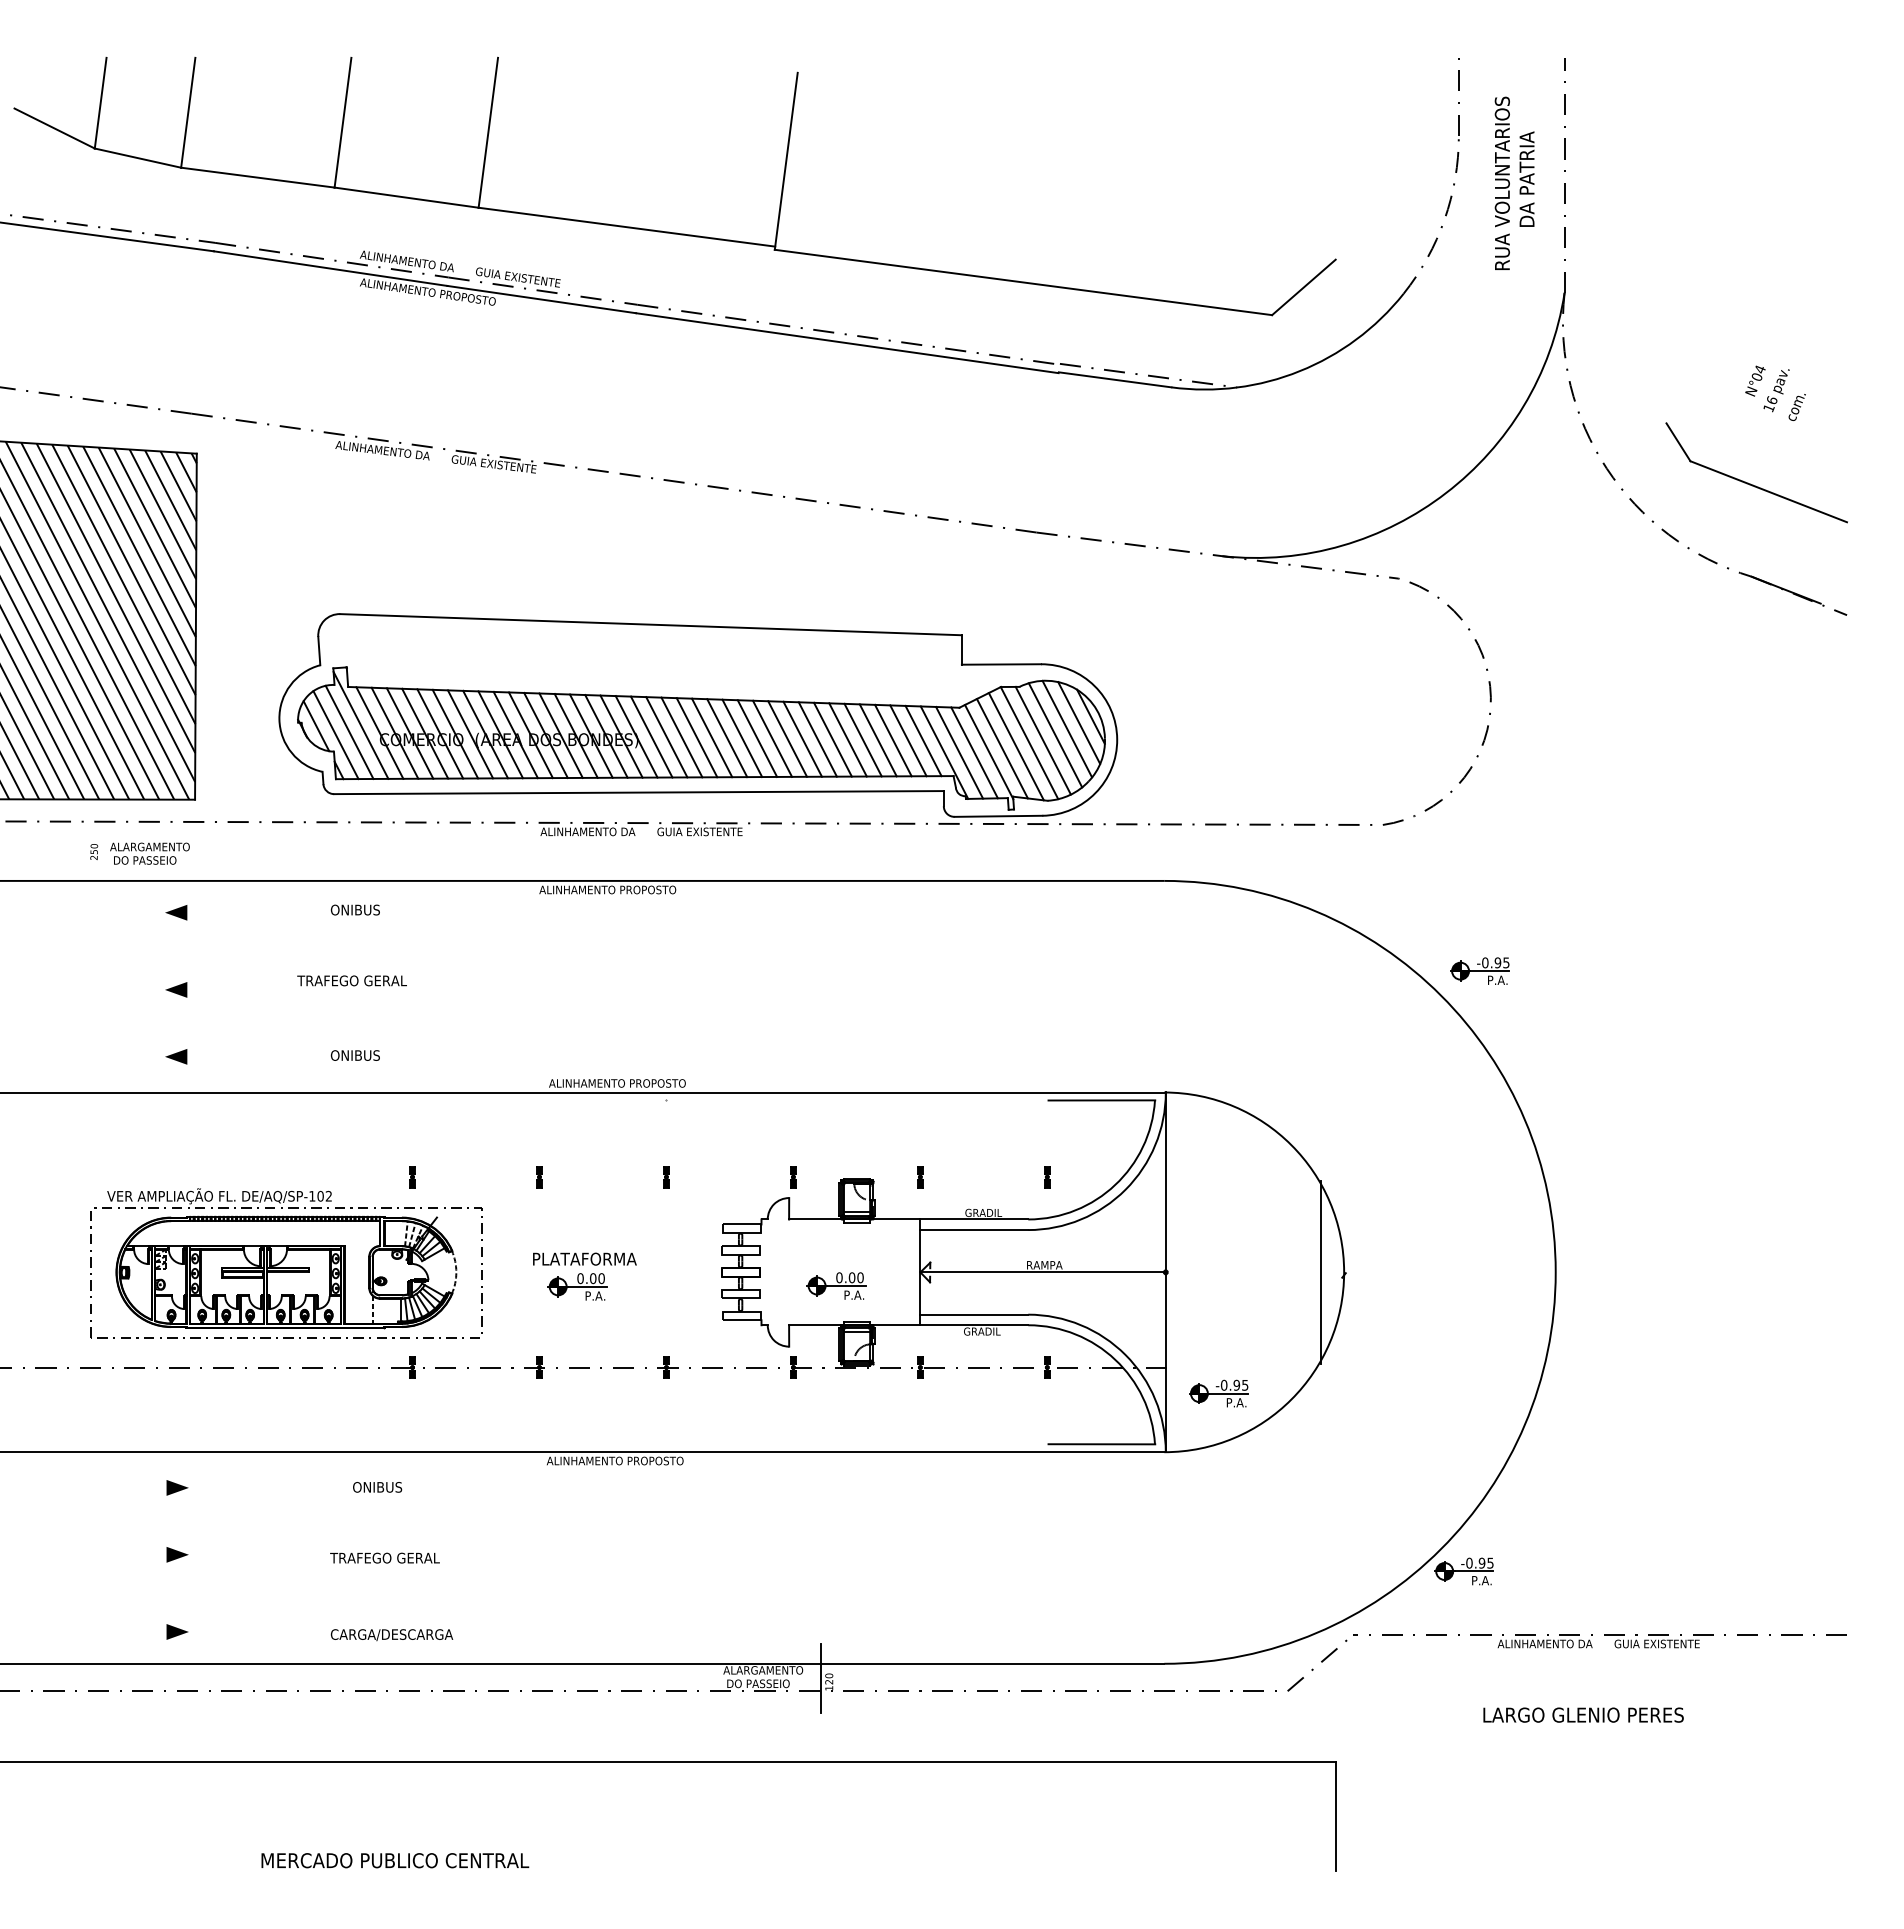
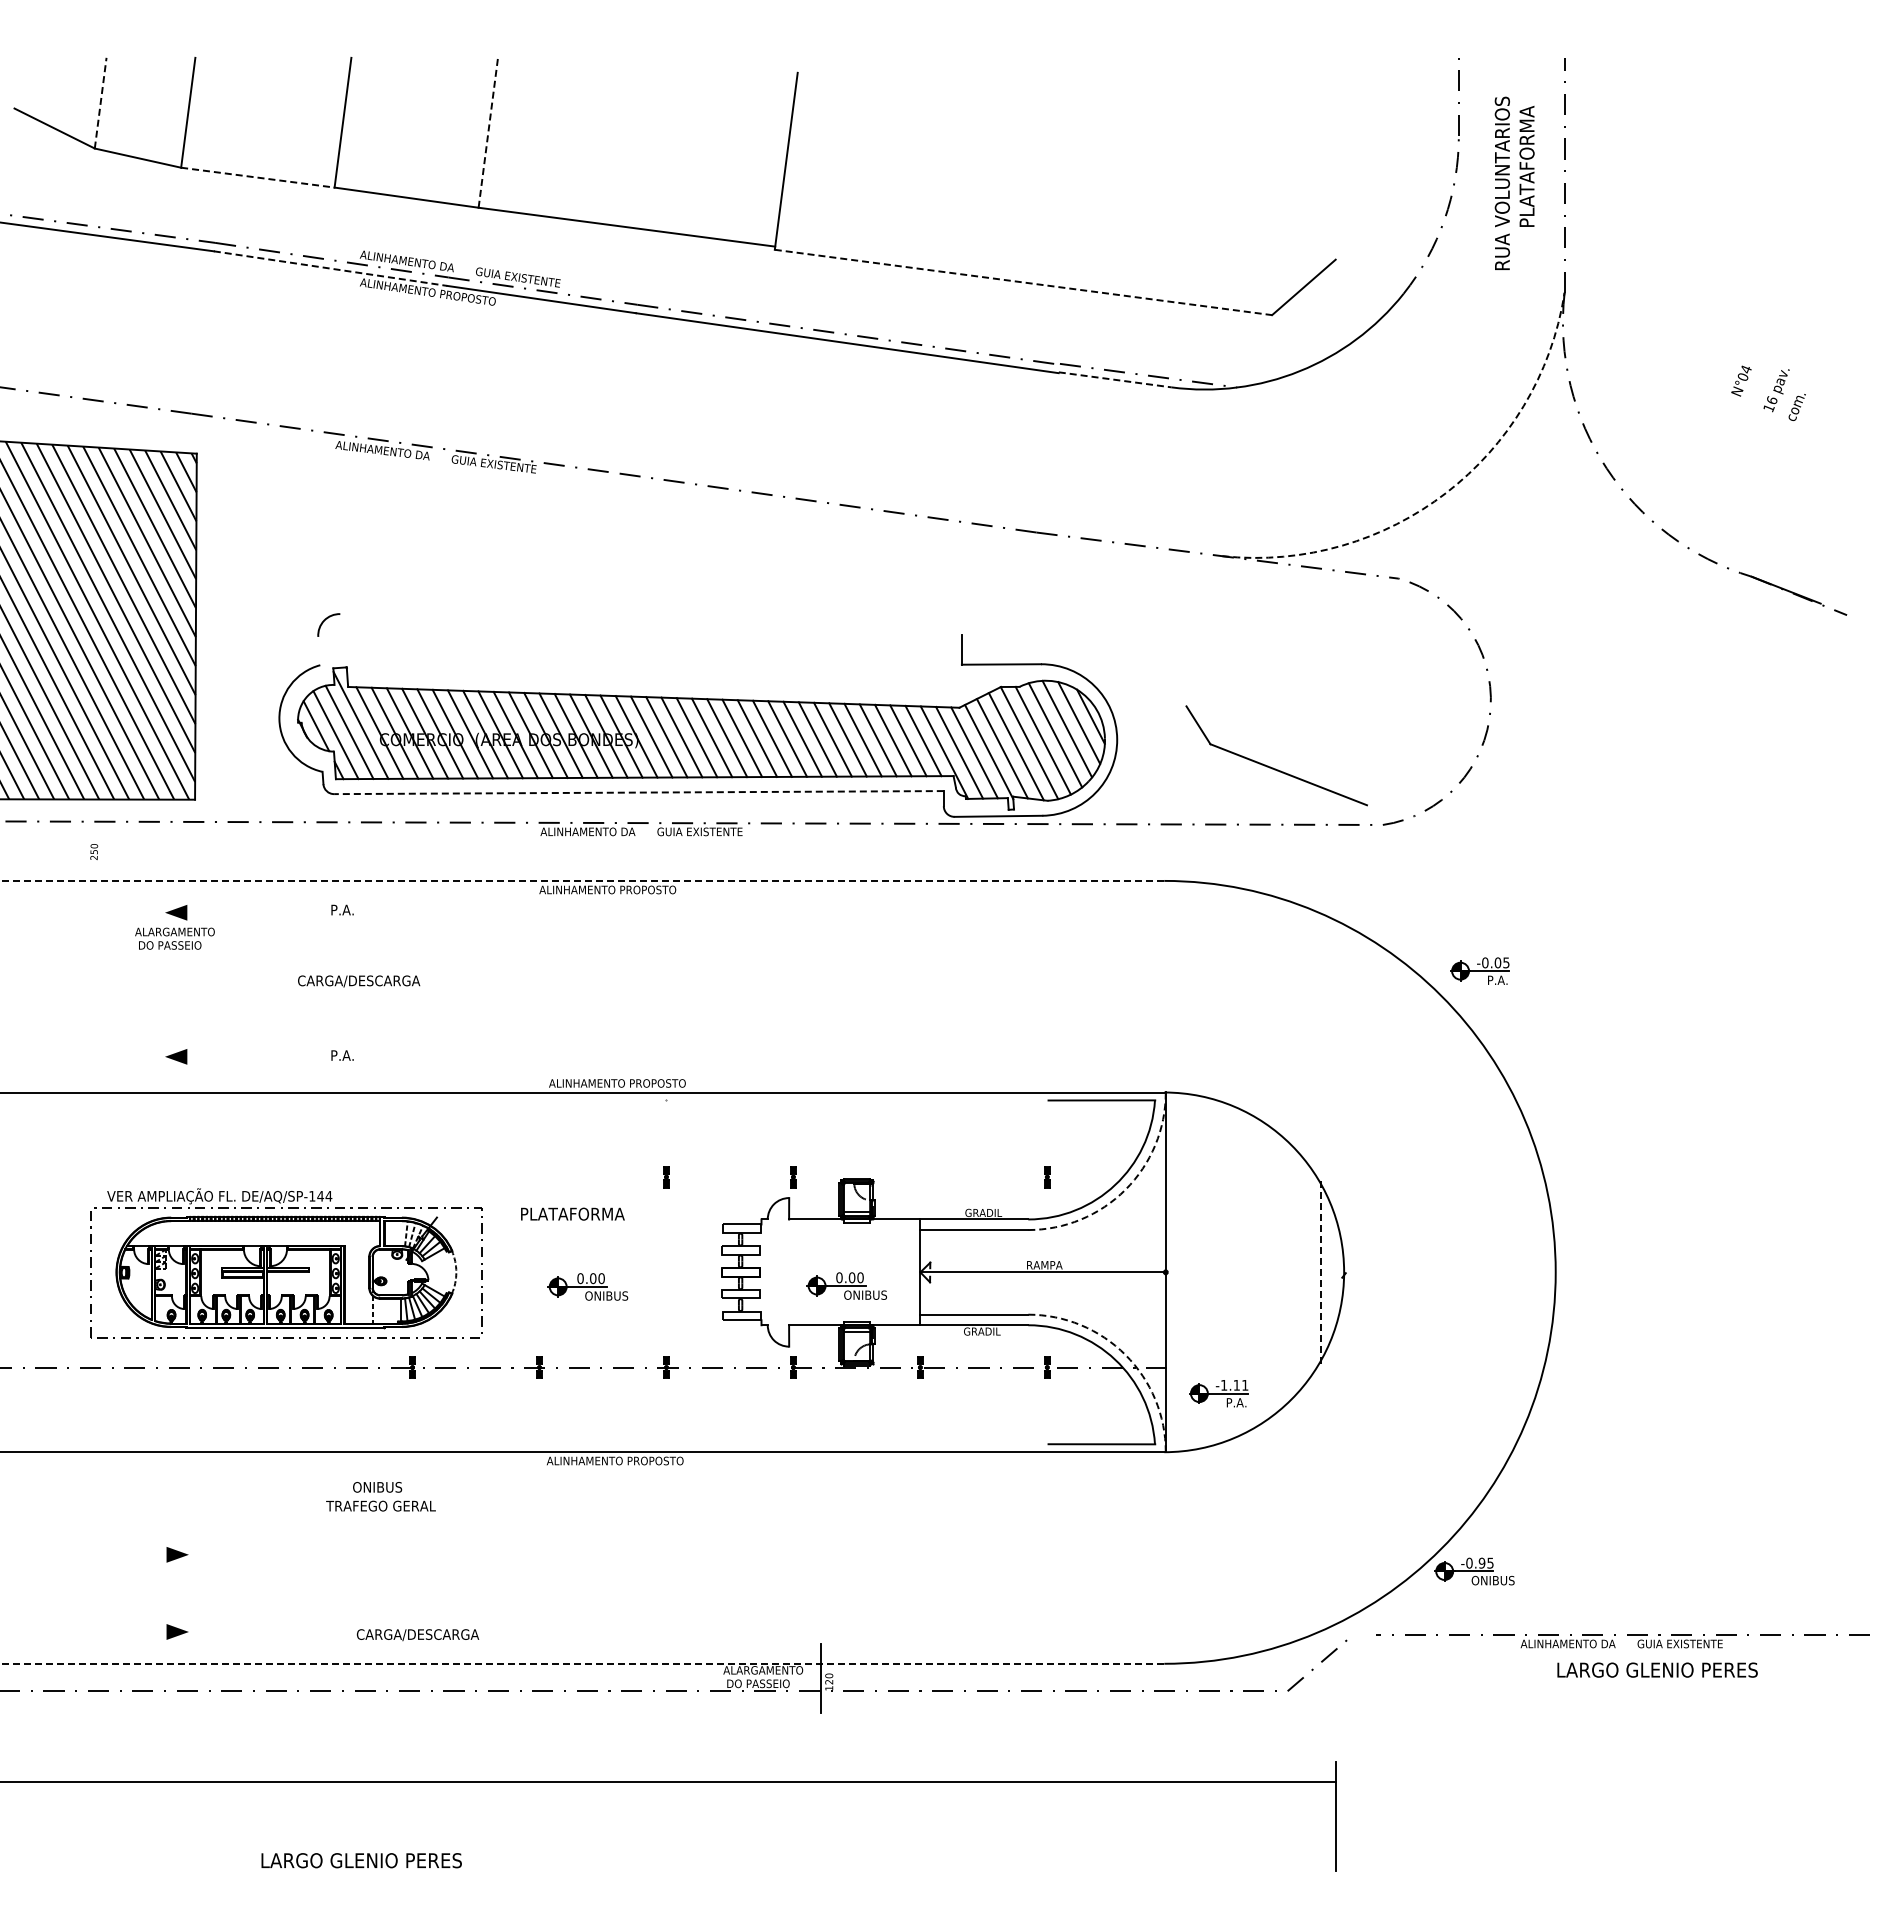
line at (100, 103): solid -> dashed
line at (488, 132): solid -> dashed
text at (1526, 165): DA PATRIA -> PLATAFORMA
line at (258, 177): solid -> dashed
line at (331, 268): solid -> dashed
line at (1023, 282): solid -> dashed
line at (1115, 379): solid -> dashed
text at (1755, 380) position: (1755, 380) -> (1741, 380)
part at (1753, 484) position: (1753, 484) -> (1273, 767)
arc at (1446, 493): solid -> dashed
line at (650, 624): present -> none
line at (319, 650): present -> none
line at (638, 792): solid -> dashed
text at (149, 853) position: (149, 853) -> (174, 938)
line at (582, 880): solid -> dashed
text at (354, 909): ONIBUS -> P.A.
text at (1497, 962): -0.95 -> -0.05
text at (358, 981): TRAFEGO GERAL -> CARGA/DESCARGA
line at (176, 989): present -> none
text at (354, 1055): ONIBUS -> P.A.
part at (412, 1177): present -> none
part at (539, 1177): present -> none
part at (920, 1177): present -> none
arc at (1125, 1189): solid -> dashed
text at (324, 1195): DE/AQ/SP-102 -> DE/AQ/SP-144
text at (584, 1258) position: (584, 1258) -> (572, 1213)
line at (1321, 1272): solid -> dashed
text at (865, 1294): P.A. -> ONIBUS
text at (606, 1295): P.A. -> ONIBUS
arc at (1125, 1354): solid -> dashed
text at (1234, 1384): -0.95 -> -1.11
line at (177, 1487): present -> none
text at (384, 1557) position: (384, 1557) -> (380, 1505)
text at (1492, 1580): P.A. -> ONIBUS
text at (391, 1635) position: (391, 1635) -> (417, 1635)
part at (1604, 1635) position: (1604, 1635) -> (1627, 1635)
line at (582, 1663): solid -> dashed
text at (1583, 1714) position: (1583, 1714) -> (1657, 1669)
line at (669, 1761) position: (669, 1761) -> (669, 1781)
text at (396, 1860): MERCADO PUBLICO CENTRAL -> LARGO GLENIO PERES
